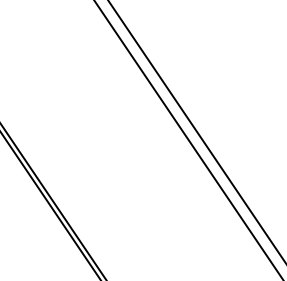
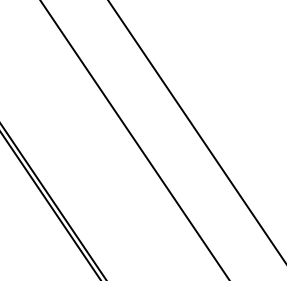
line at (188, 139) position: (188, 139) -> (134, 139)
